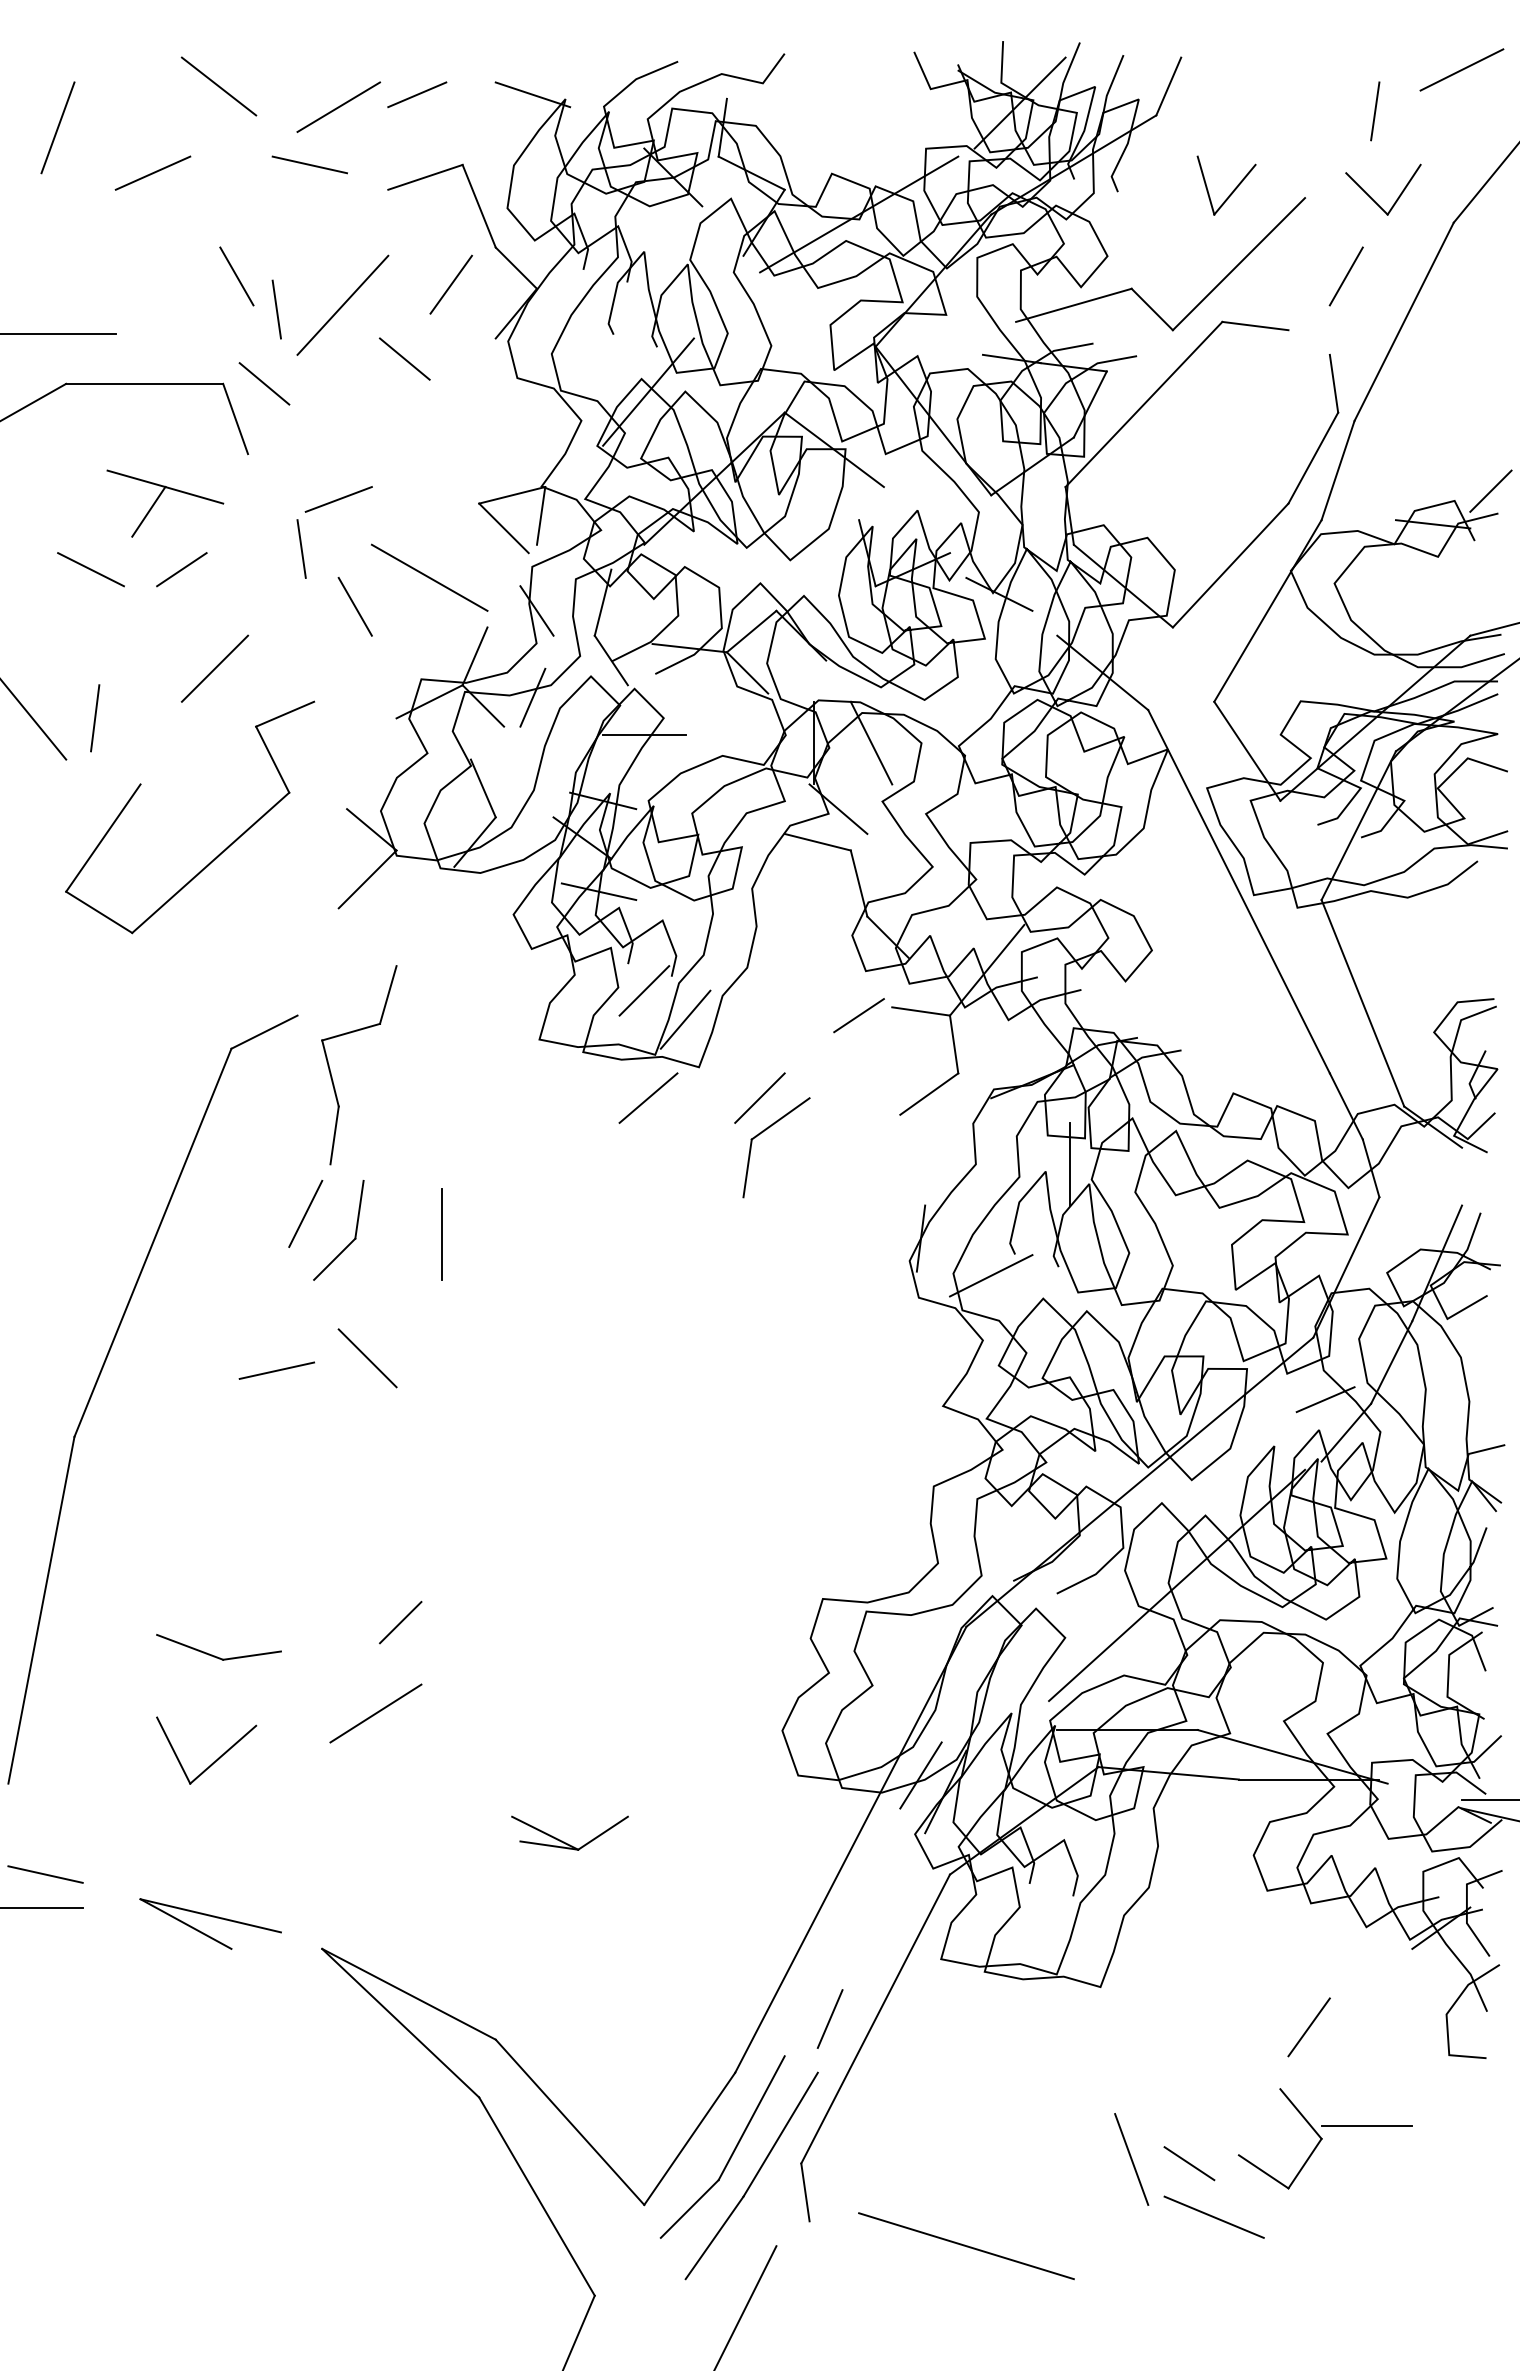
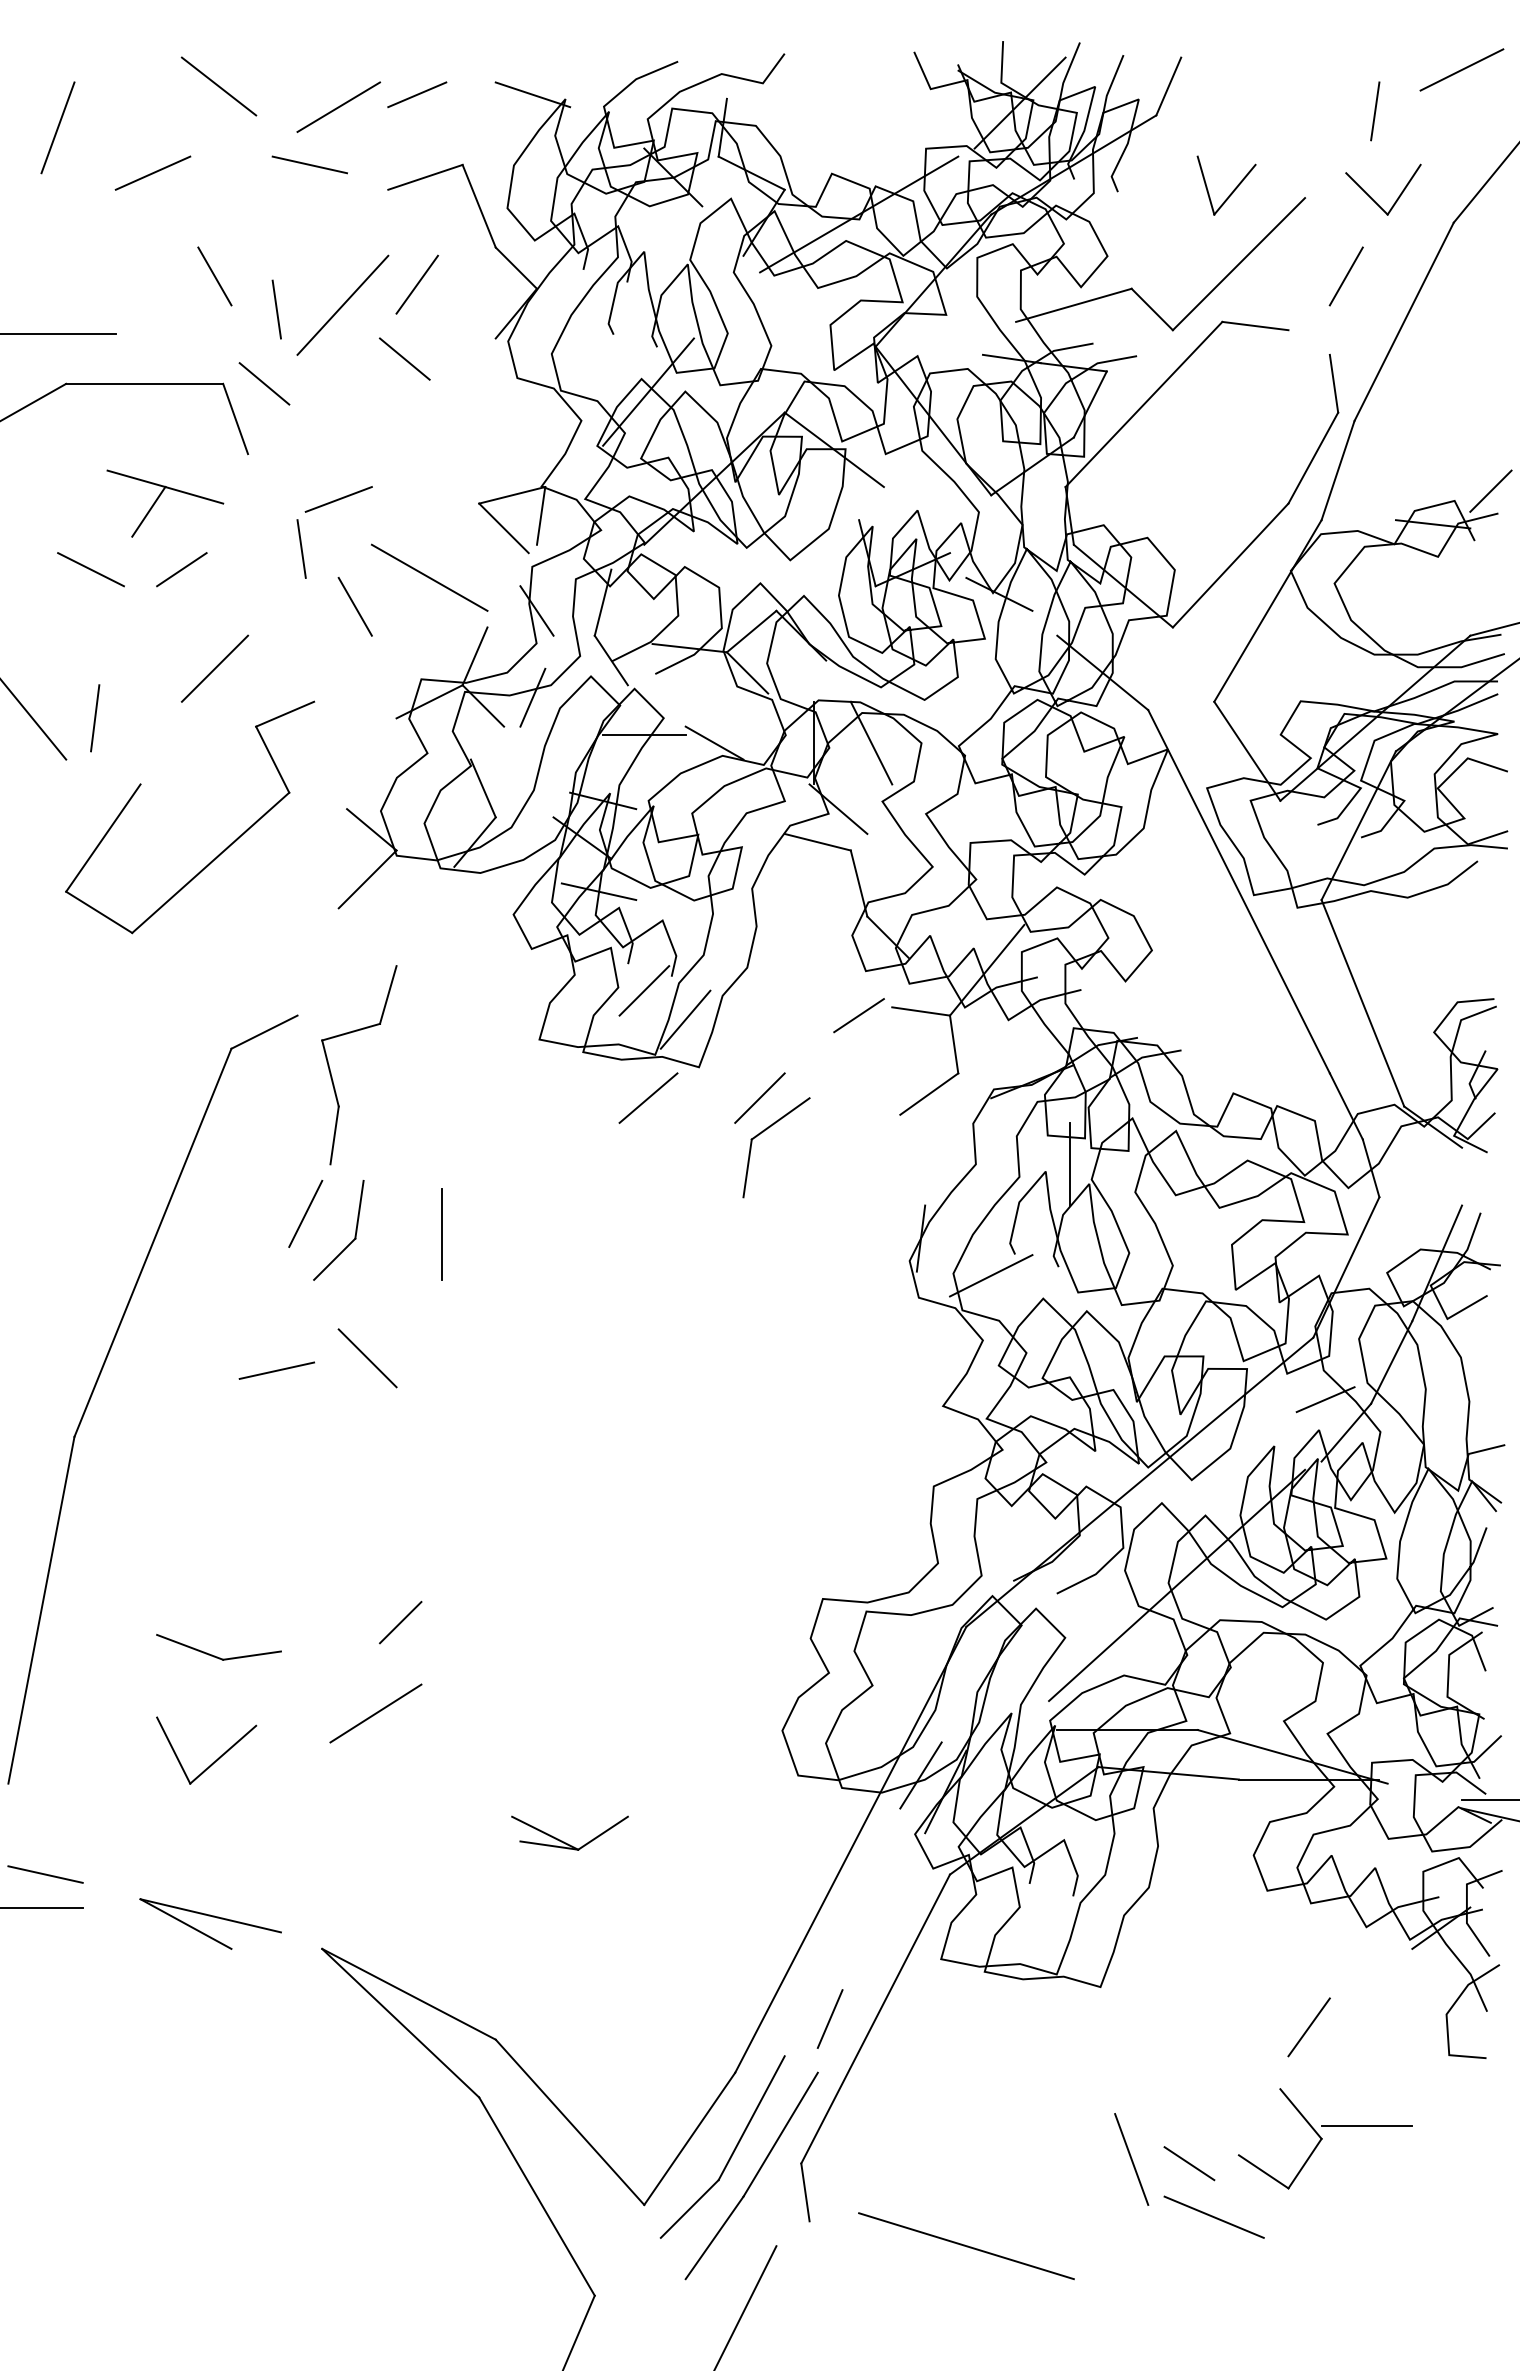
line at (236, 276) position: (236, 276) -> (214, 276)
line at (450, 284) position: (450, 284) -> (416, 284)
line at (714, 742): none -> present
